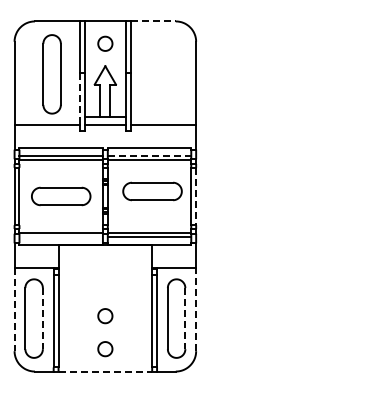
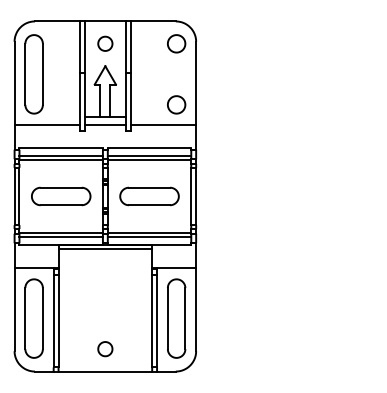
line at (153, 21): dashed -> solid
part at (176, 43): none -> present
part at (51, 74) position: (51, 74) -> (33, 74)
line at (80, 99): dashed -> solid
part at (176, 104): none -> present
line at (149, 155): dashed -> solid
part at (152, 191) position: (152, 191) -> (149, 196)
line at (196, 196): dashed -> solid
line at (60, 237): none -> present
line at (105, 249): none -> present
line at (14, 309): dashed -> solid
line at (196, 309): dashed -> solid
part at (105, 316): present -> none
line at (42, 318): dashed -> solid
line at (185, 318): dashed -> solid
line at (105, 371): dashed -> solid
